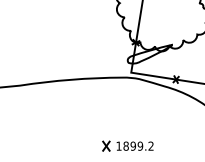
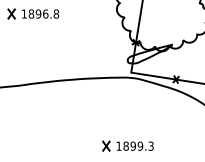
part at (33, 13): none -> present
text at (150, 146): 1899.2 -> 1899.3
